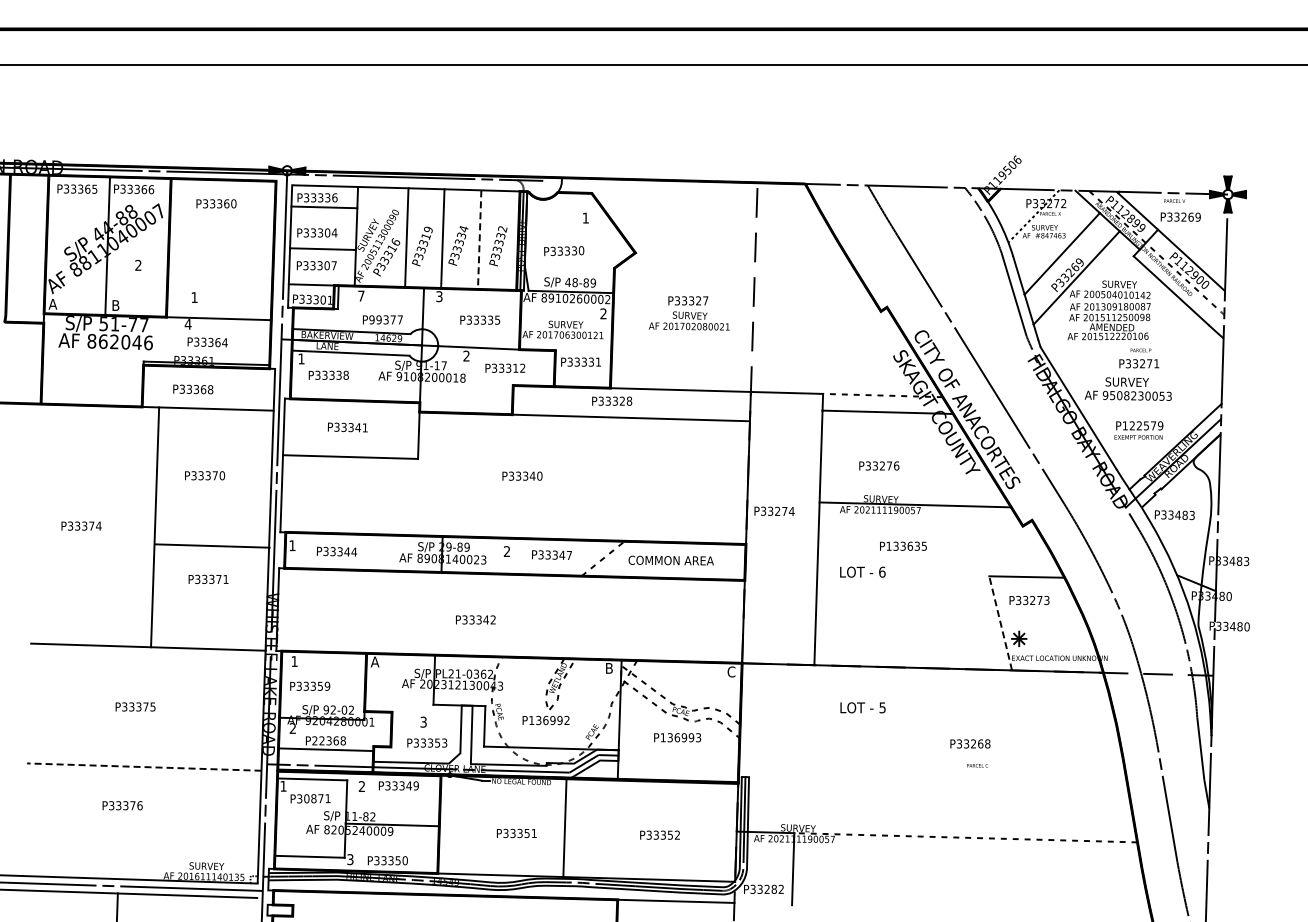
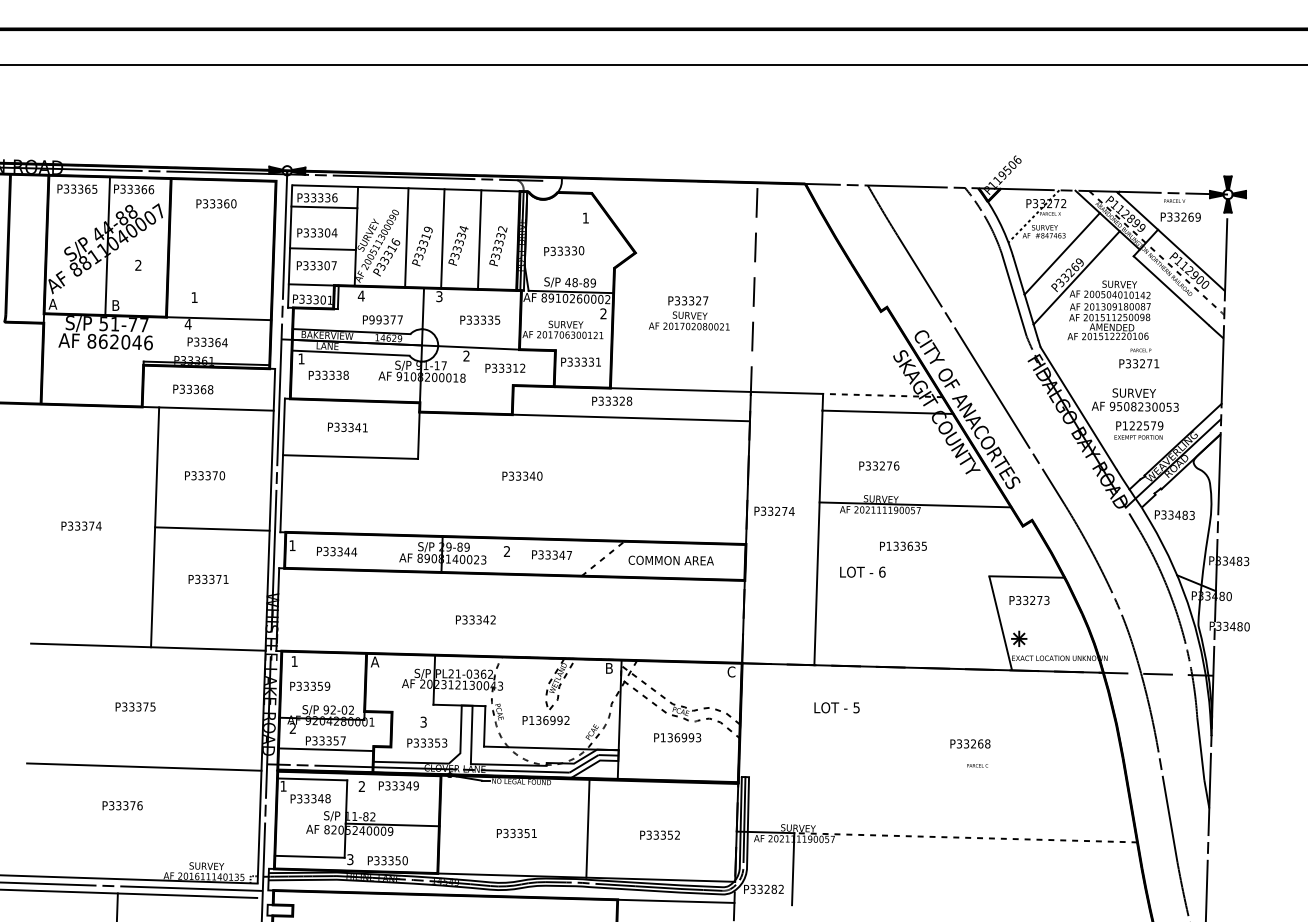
line at (479, 239): dashed -> solid
text at (360, 295): 7 -> 4
text at (1127, 388) position: (1127, 388) -> (1134, 399)
line at (212, 545) position: (212, 545) -> (212, 528)
line at (1000, 622): dashed -> solid
text at (862, 707) position: (862, 707) -> (836, 707)
text at (328, 740): P22368 -> P33357
line at (143, 767): dashed -> solid
text at (317, 798): P30871 -> P33348
line at (564, 827) position: (564, 827) -> (587, 828)
